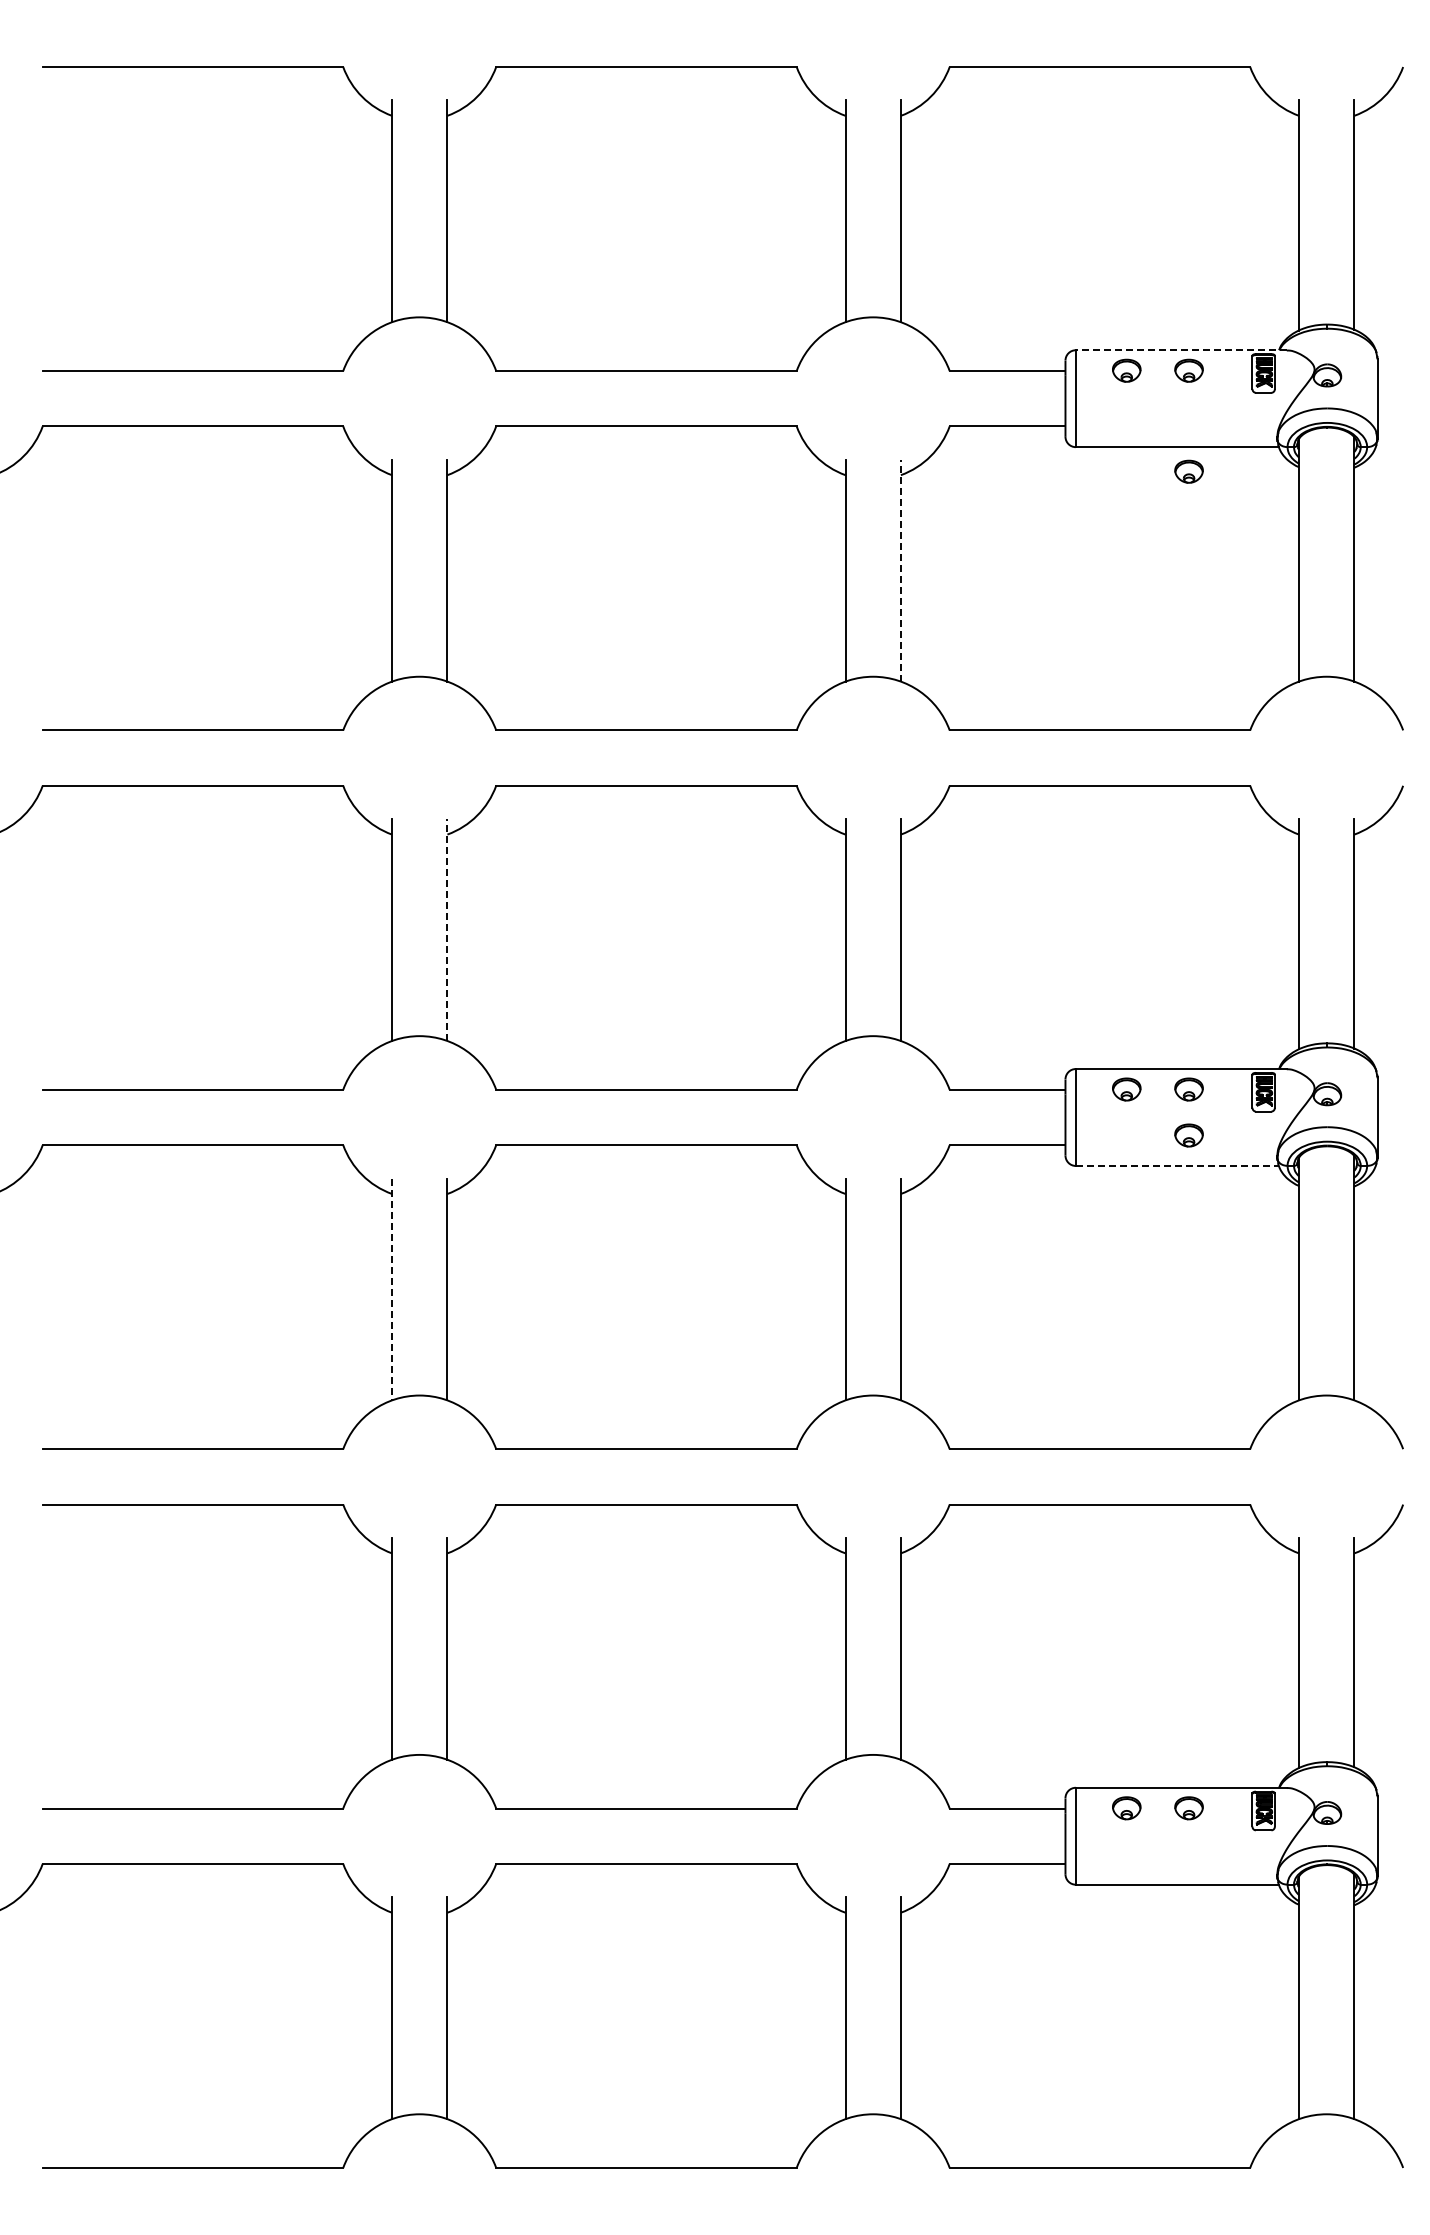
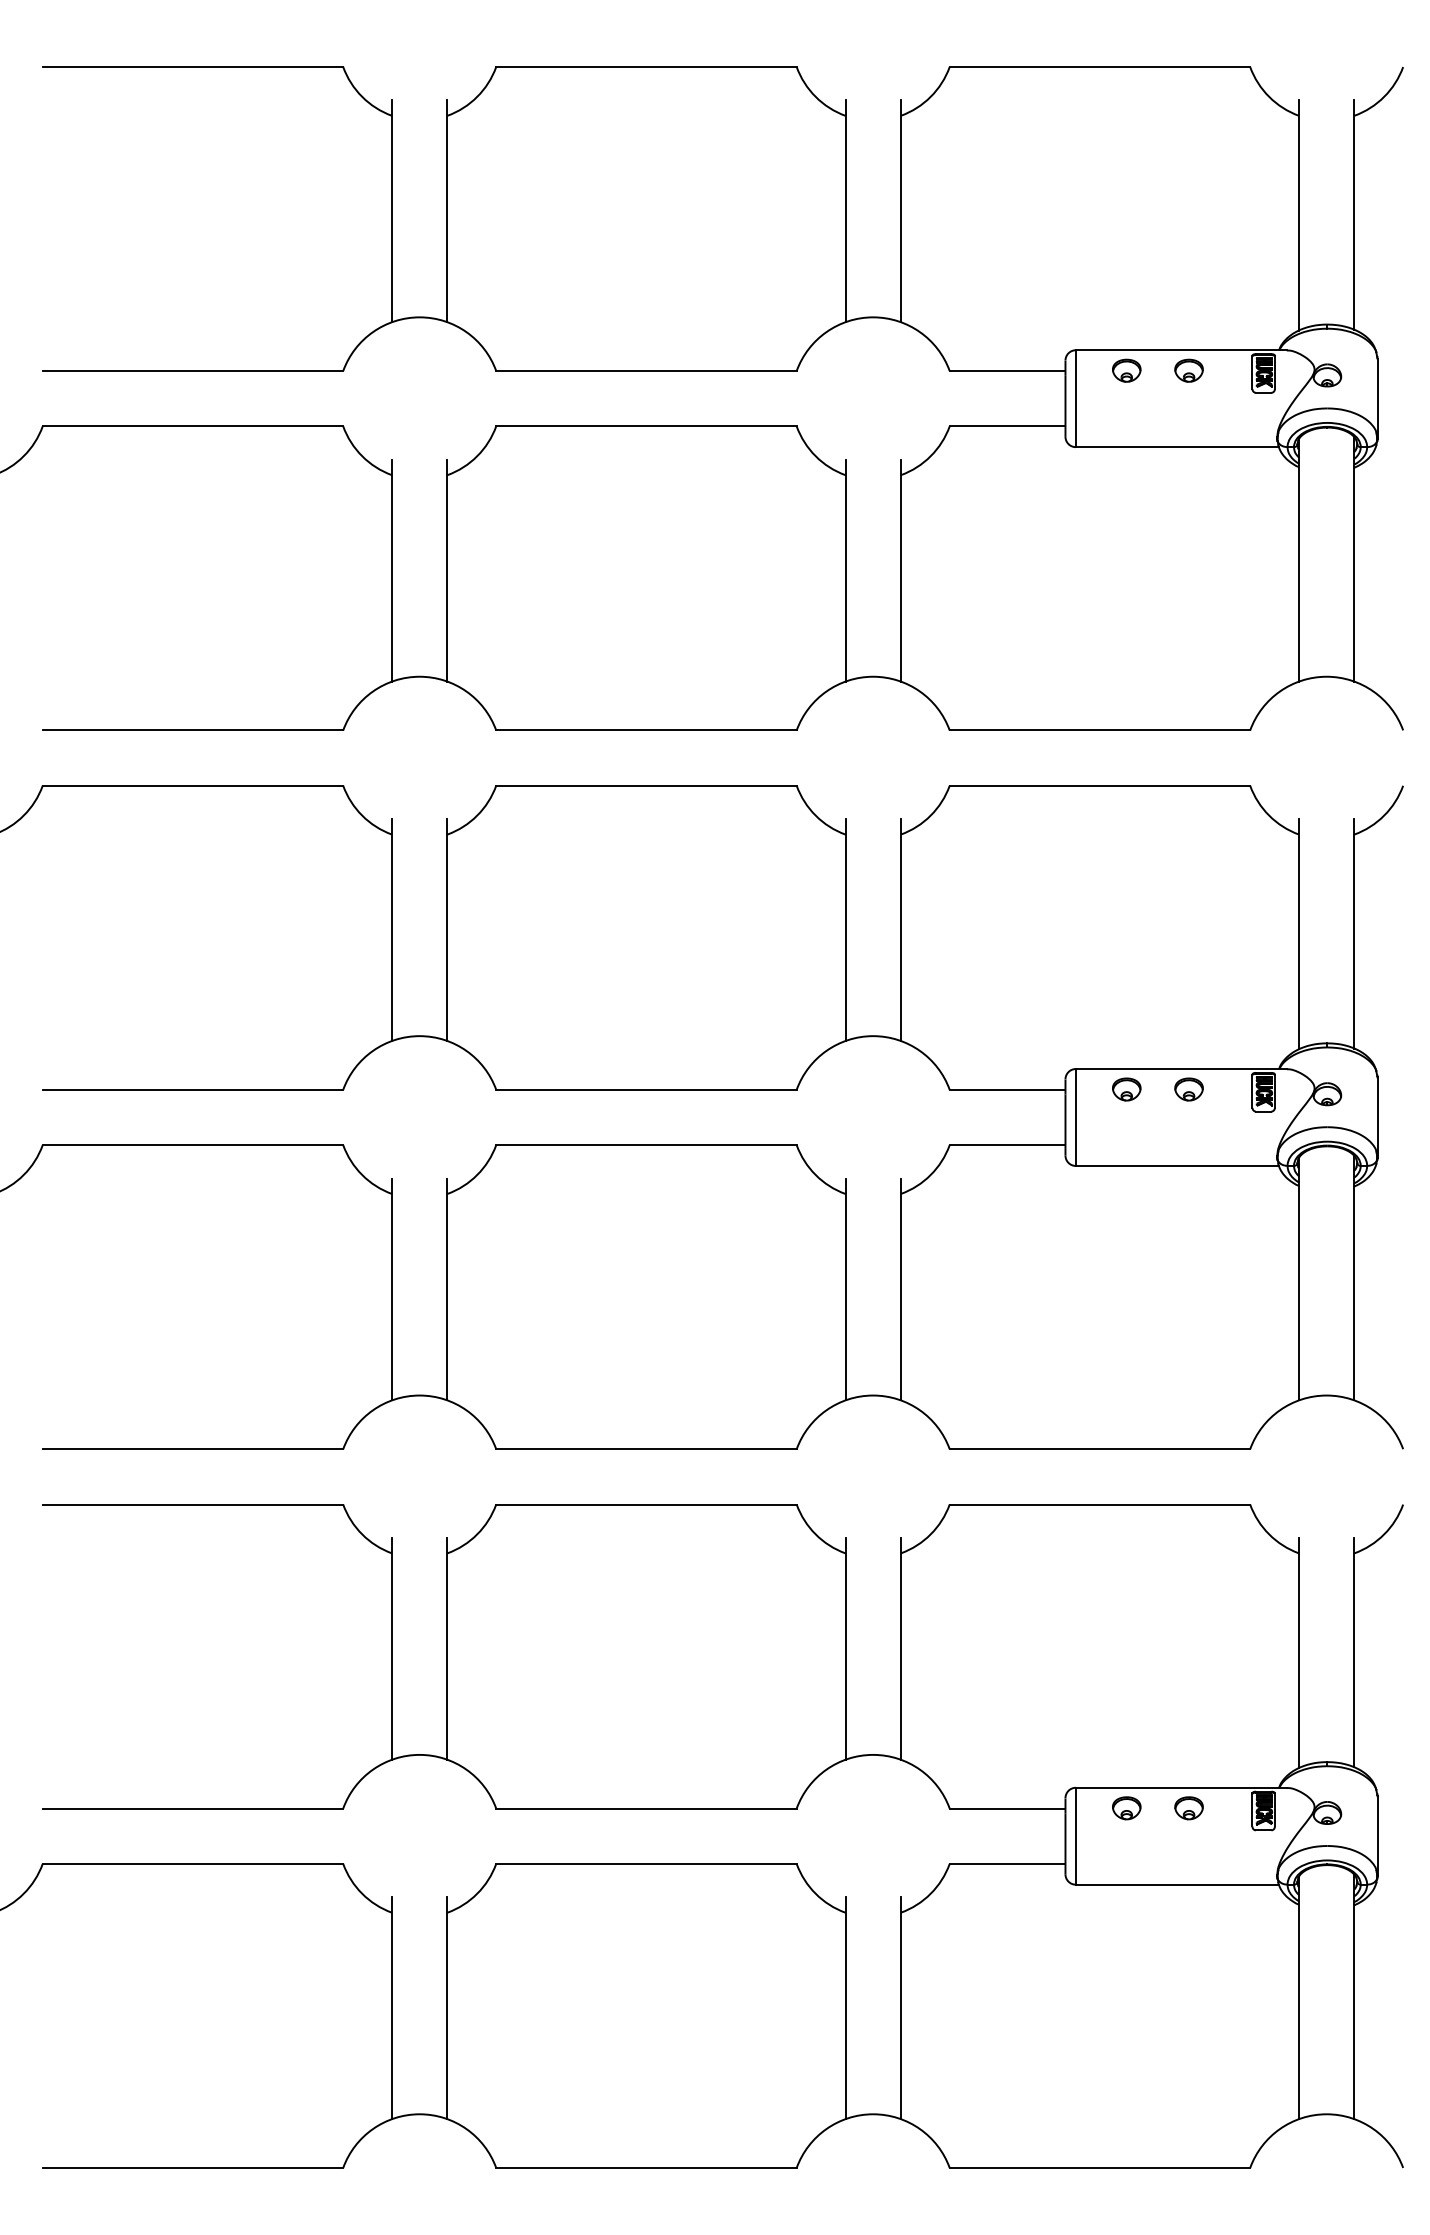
line at (1180, 350): dashed -> solid
part at (1188, 471): present -> none
line at (900, 570): dashed -> solid
line at (447, 930): dashed -> solid
part at (1188, 1135): present -> none
line at (1177, 1165): dashed -> solid
line at (392, 1289): dashed -> solid
